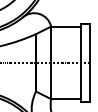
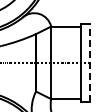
line at (90, 62): solid -> dashed
